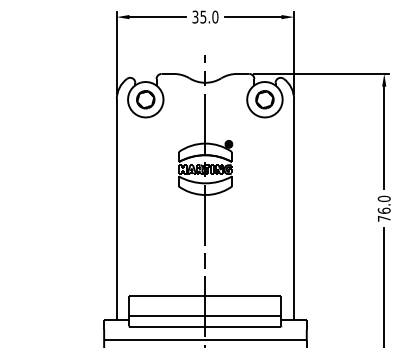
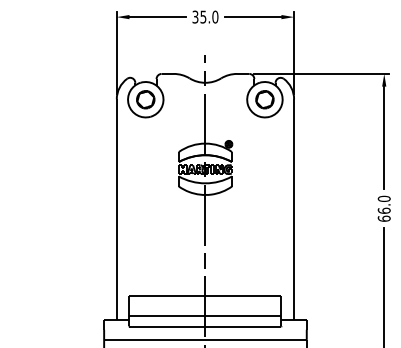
text at (383, 218): 76.0 -> 66.0
